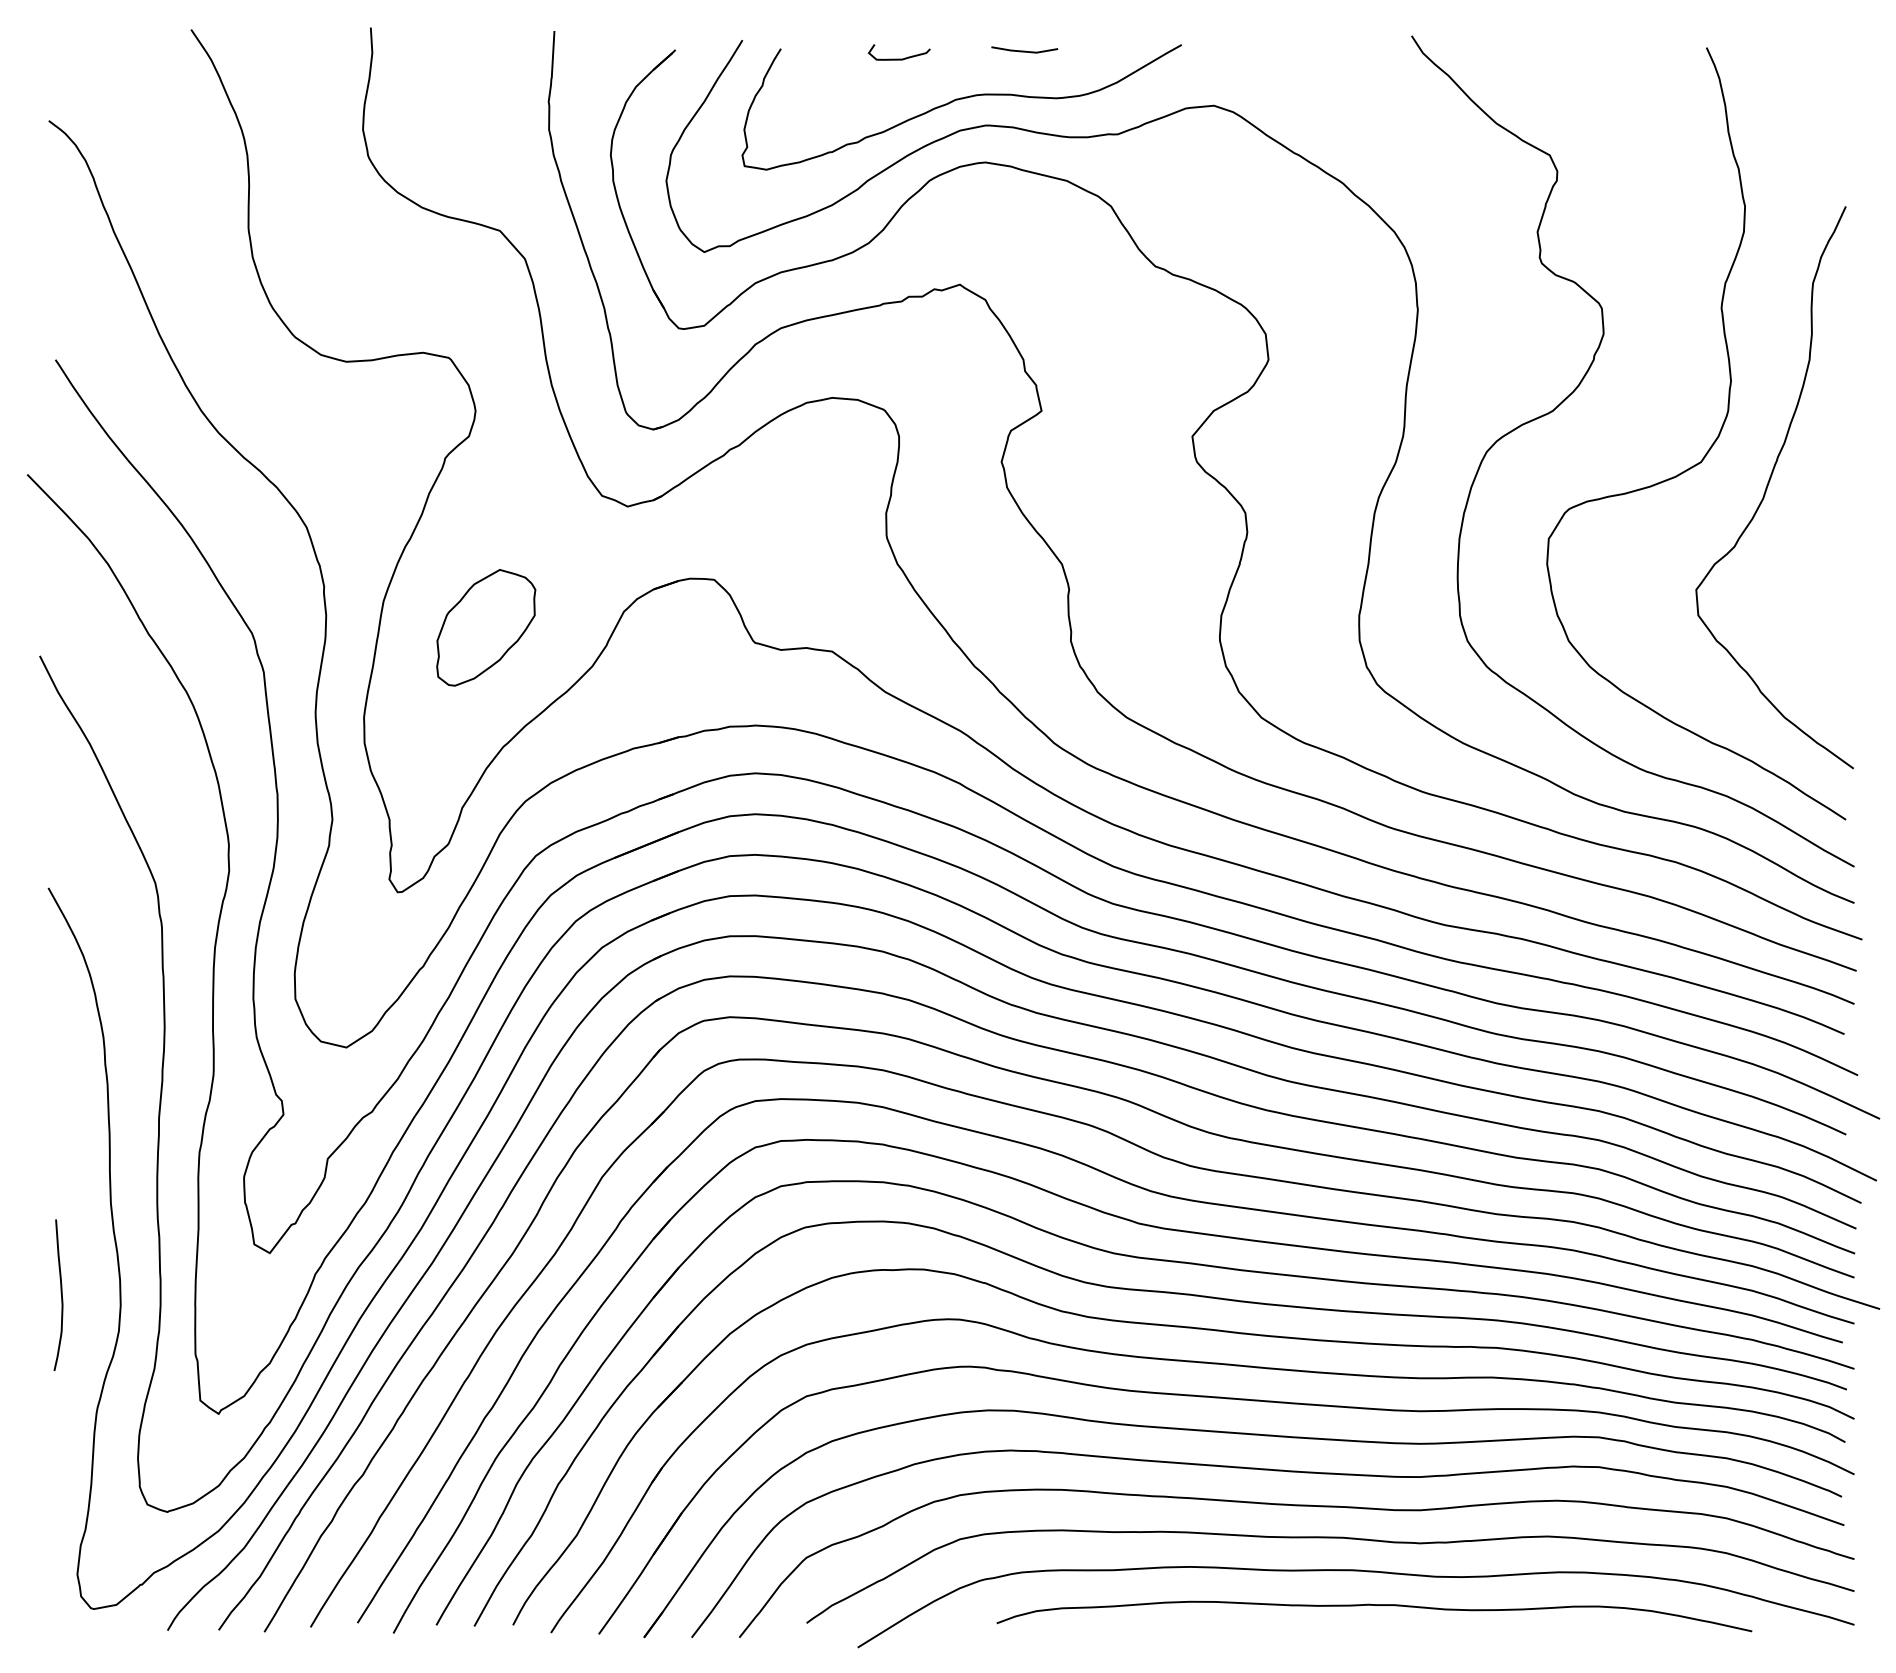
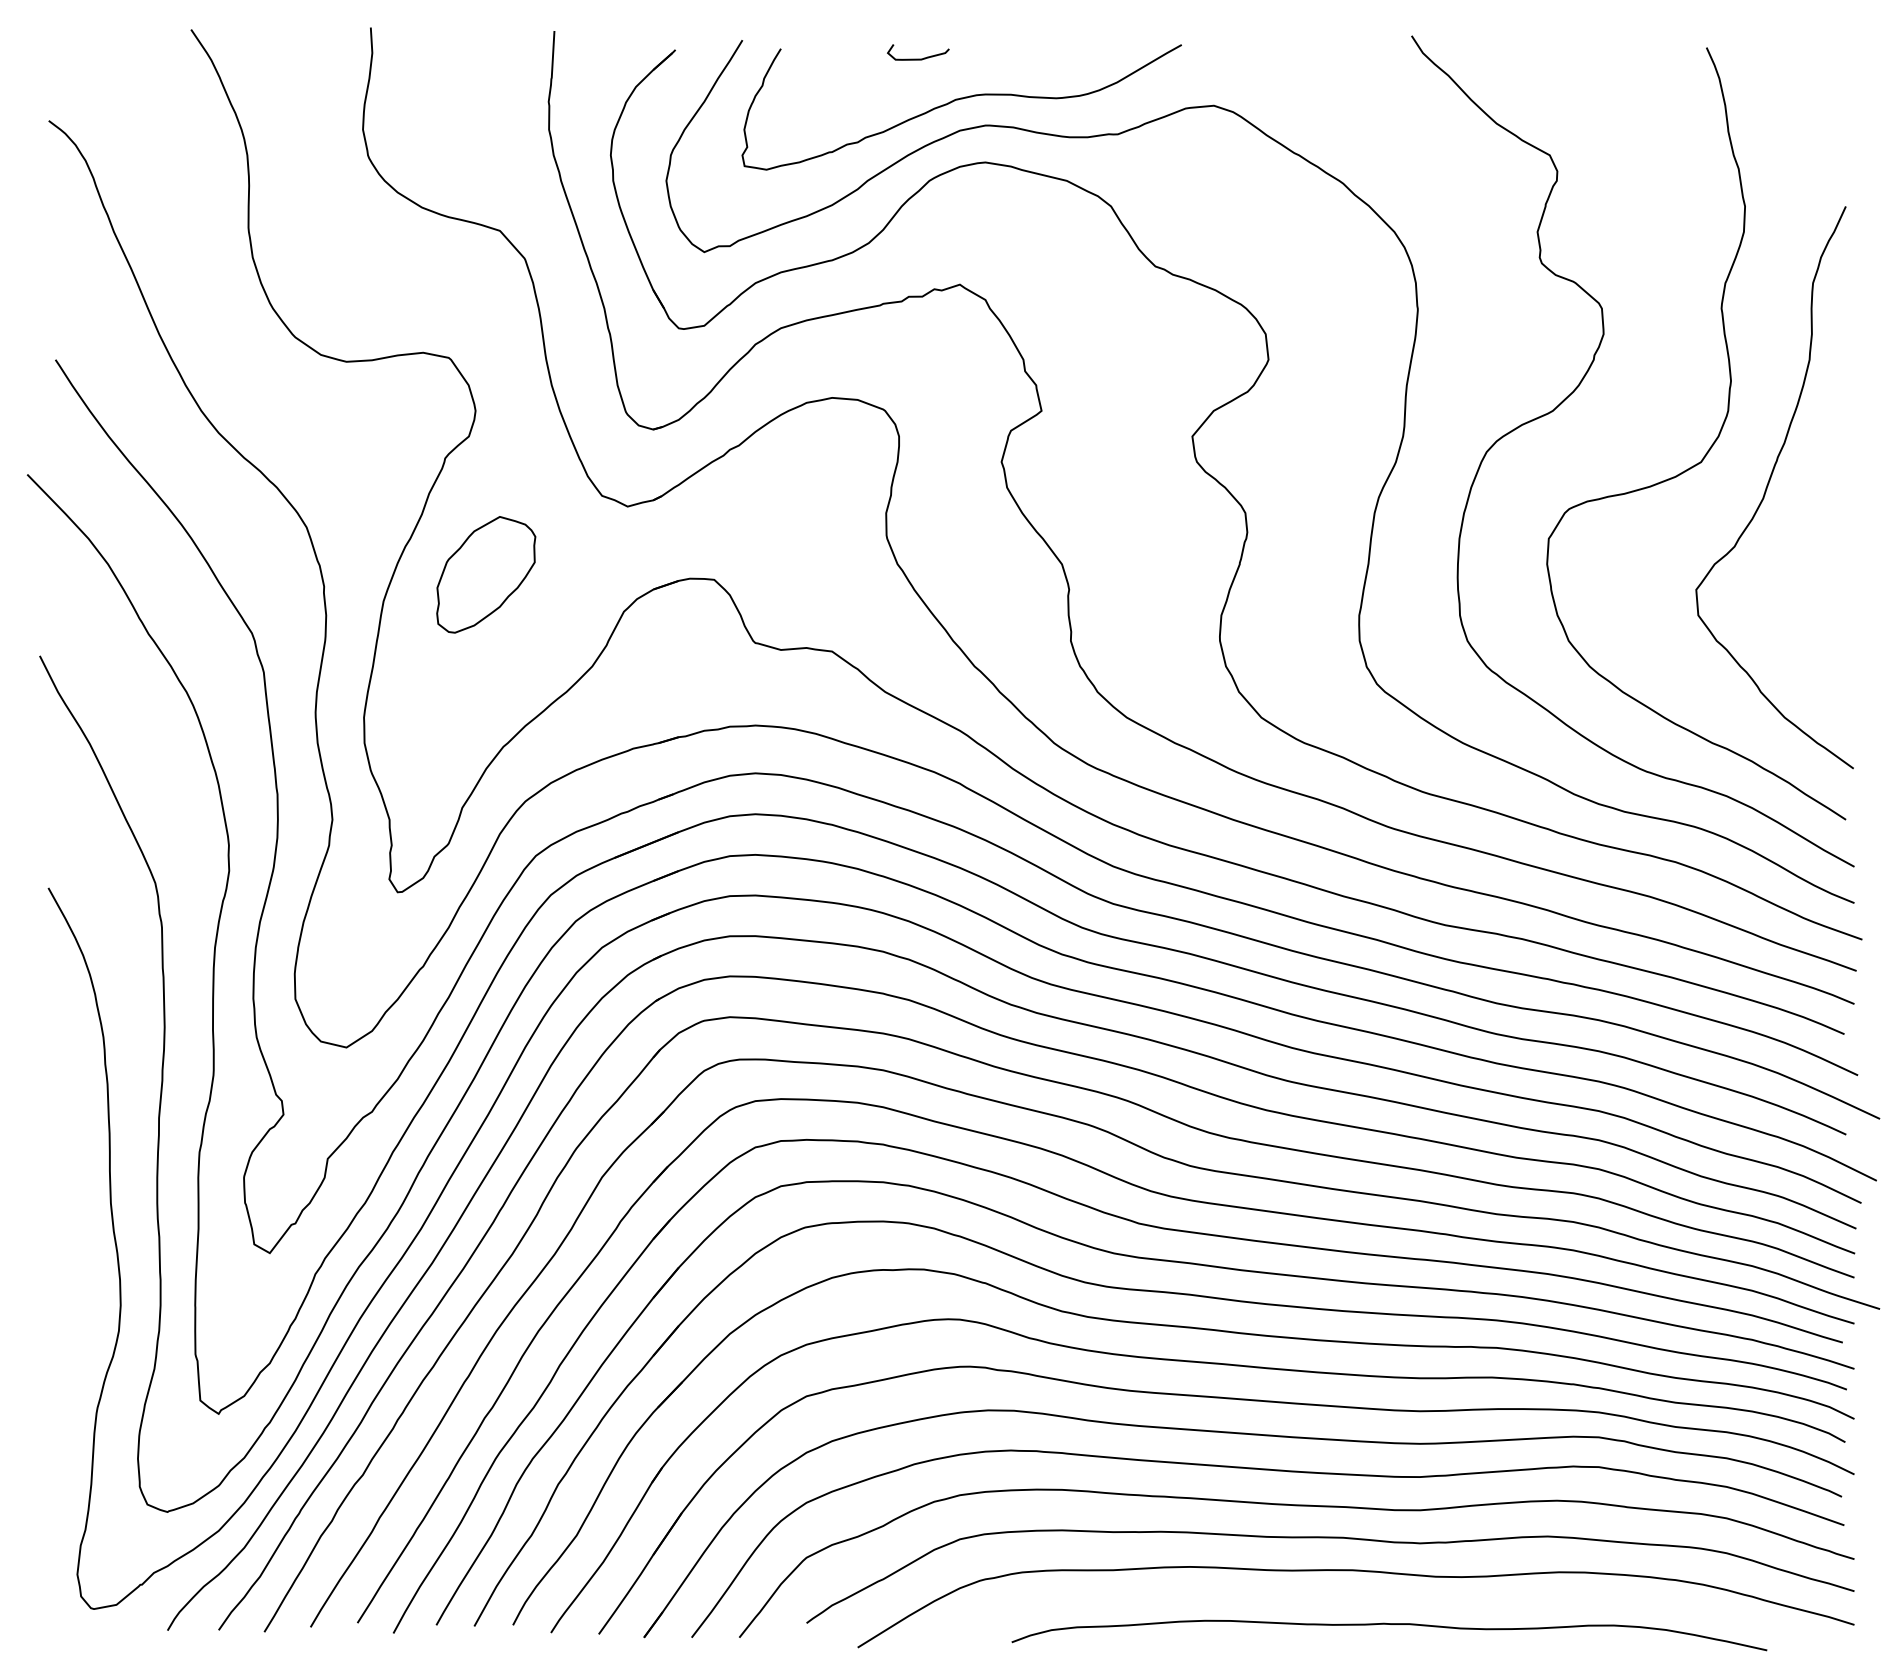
line at (1024, 50): present -> none
curve at (899, 58) position: (899, 58) -> (918, 58)
part at (486, 627) position: (486, 627) -> (486, 574)
curve at (60, 1293): present -> none
curve at (1374, 1605) position: (1374, 1605) -> (1389, 1624)
